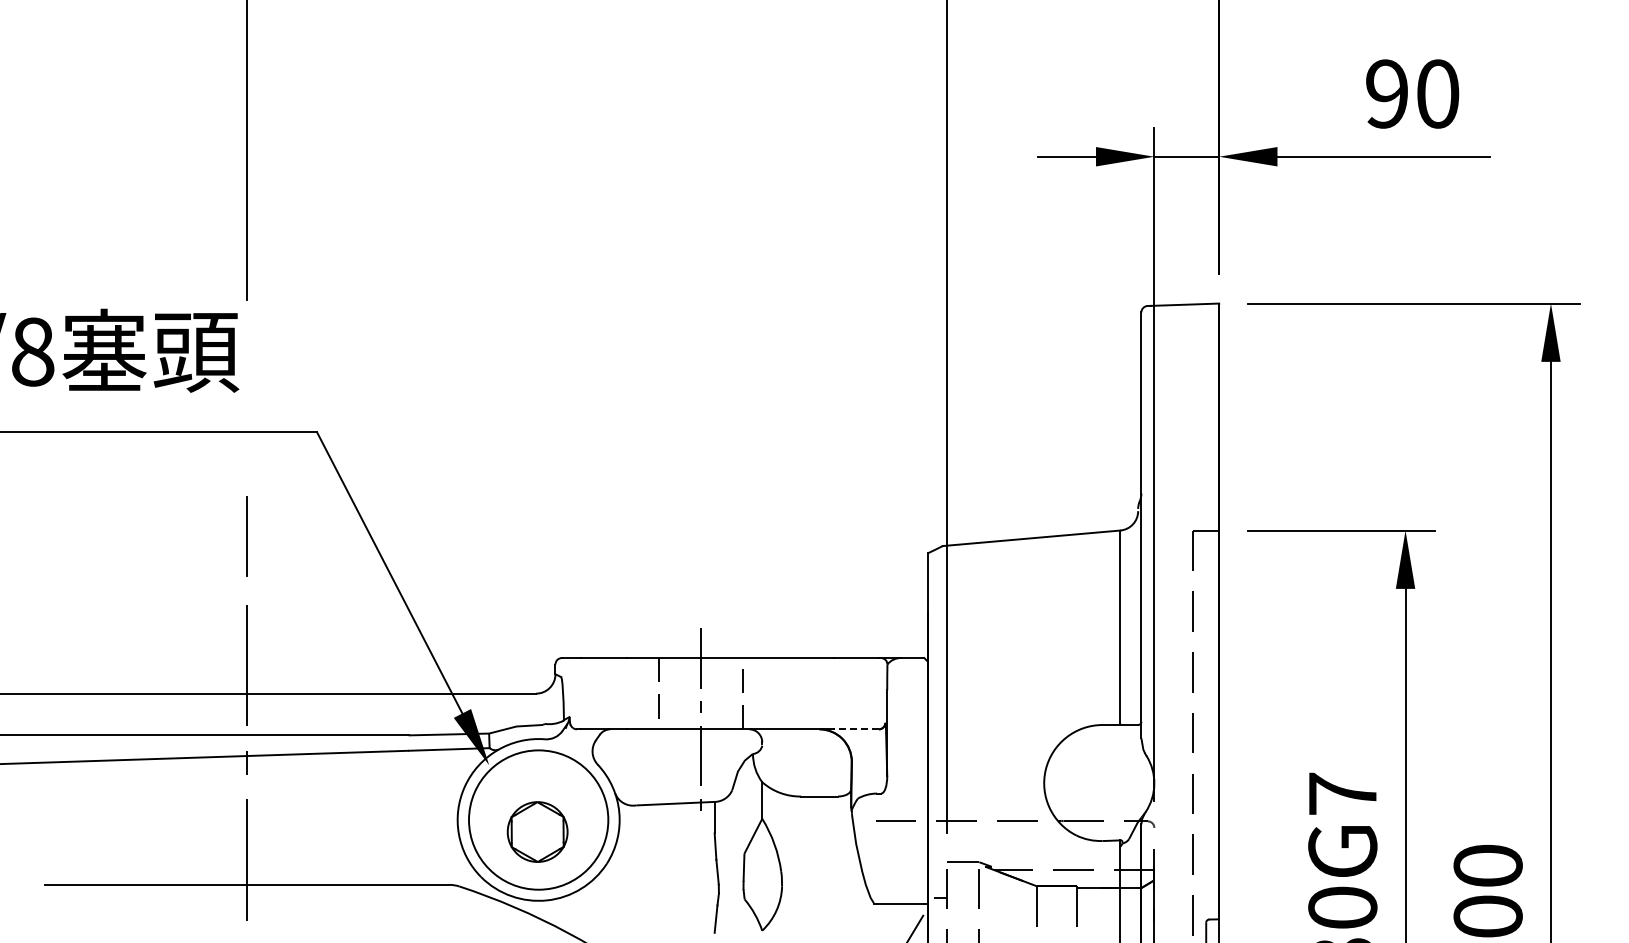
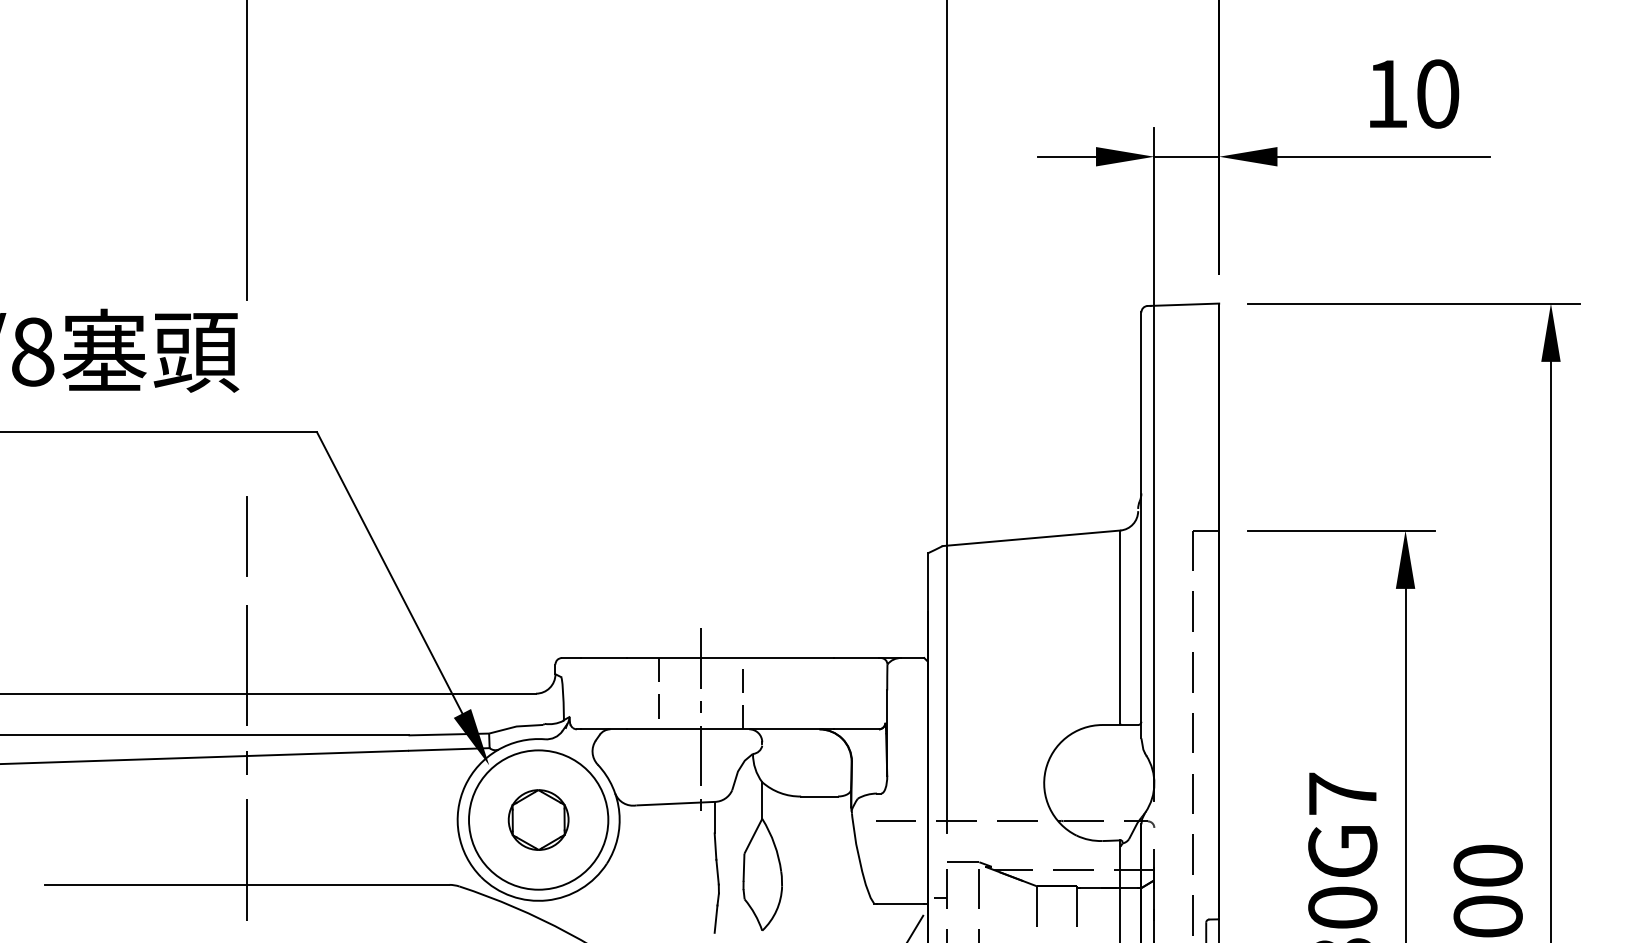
text at (1386, 93): 90 -> 10
line at (856, 729): dashed -> solid
part at (537, 831) position: (537, 831) -> (538, 819)
